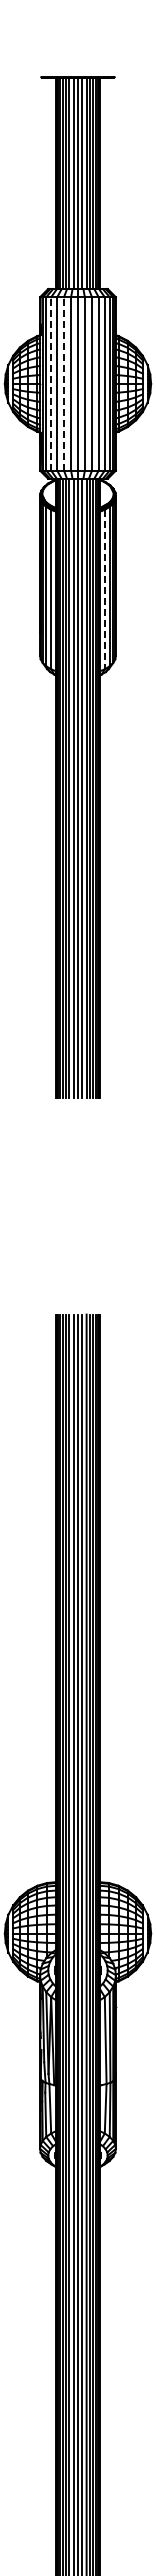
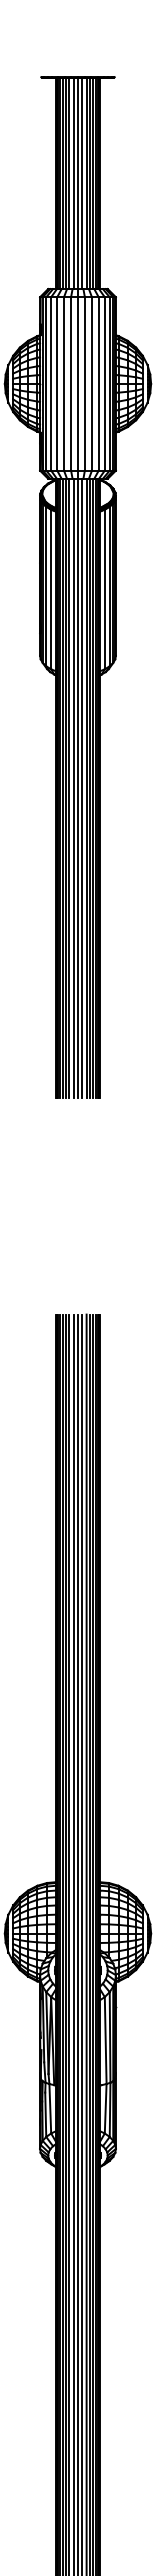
line at (51, 383): dashed -> solid
line at (64, 383): dashed -> solid
line at (104, 589): dashed -> solid
